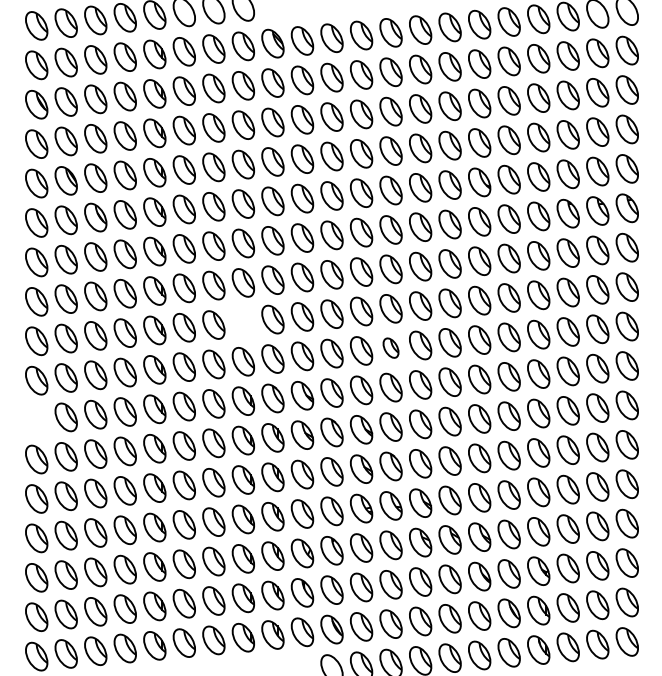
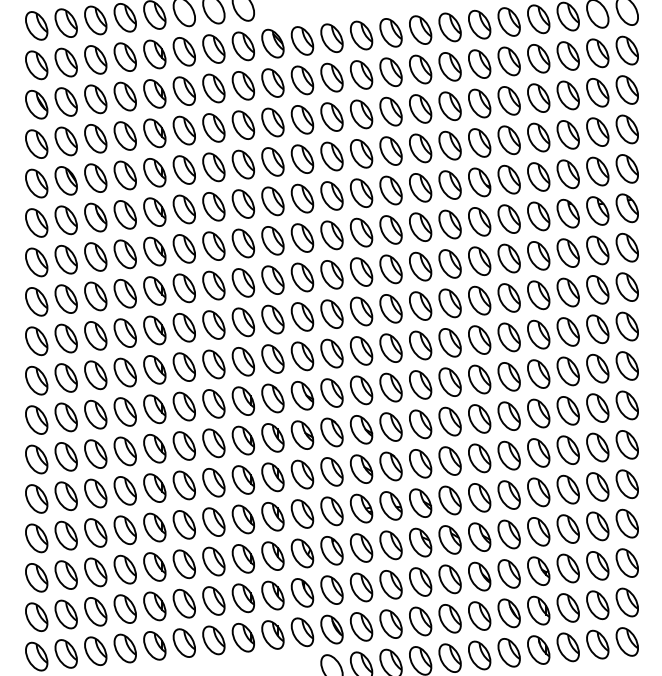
part at (242, 322): none -> present
part at (390, 347) size: 18x22 px -> 24x30 px
part at (36, 419): none -> present
